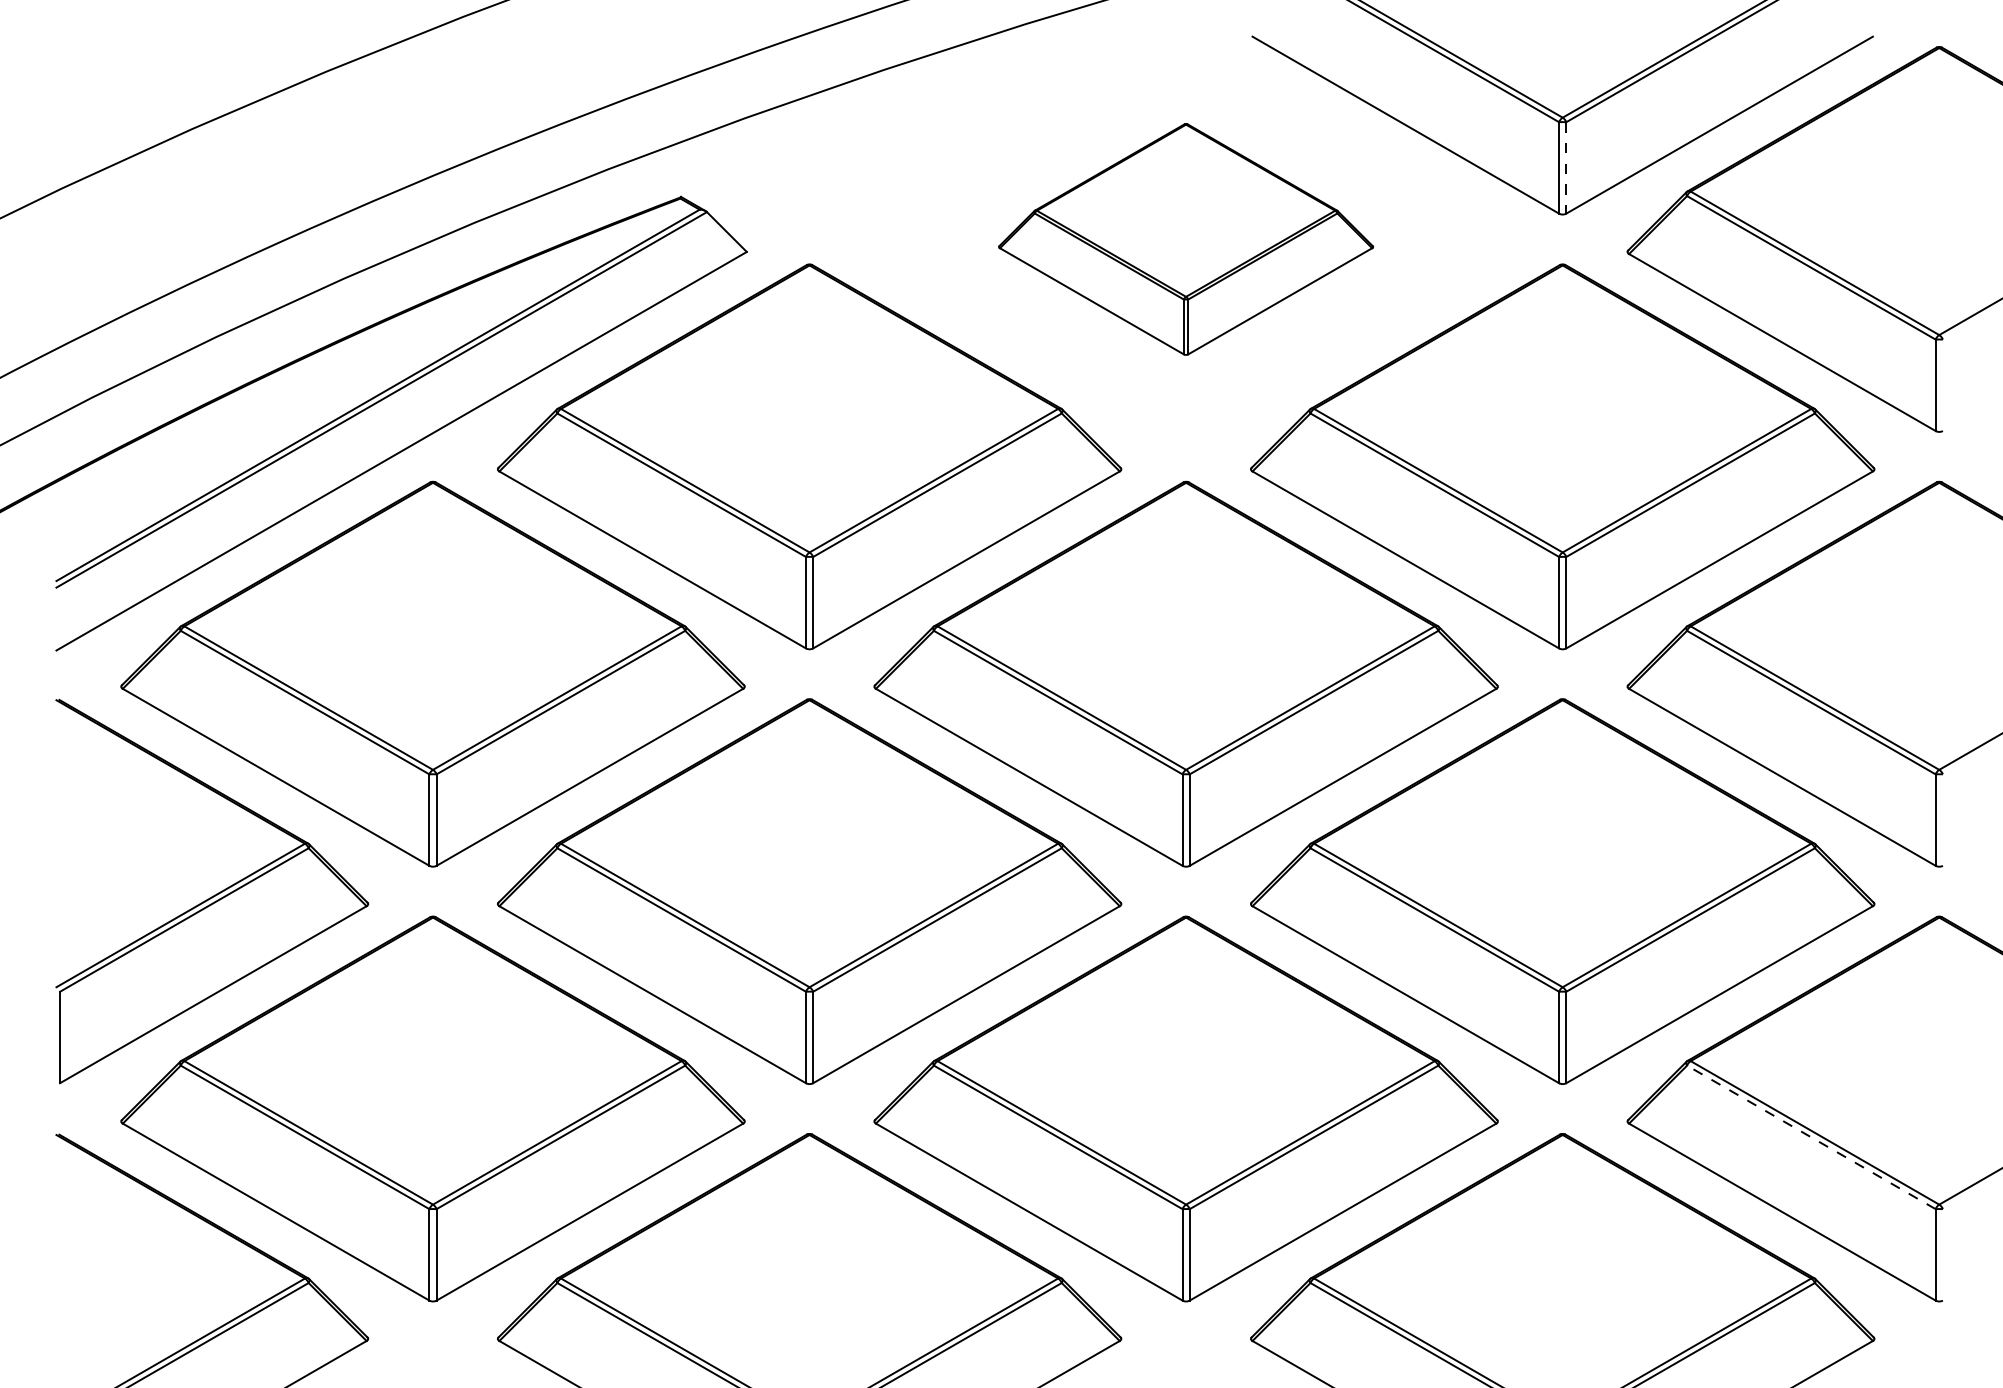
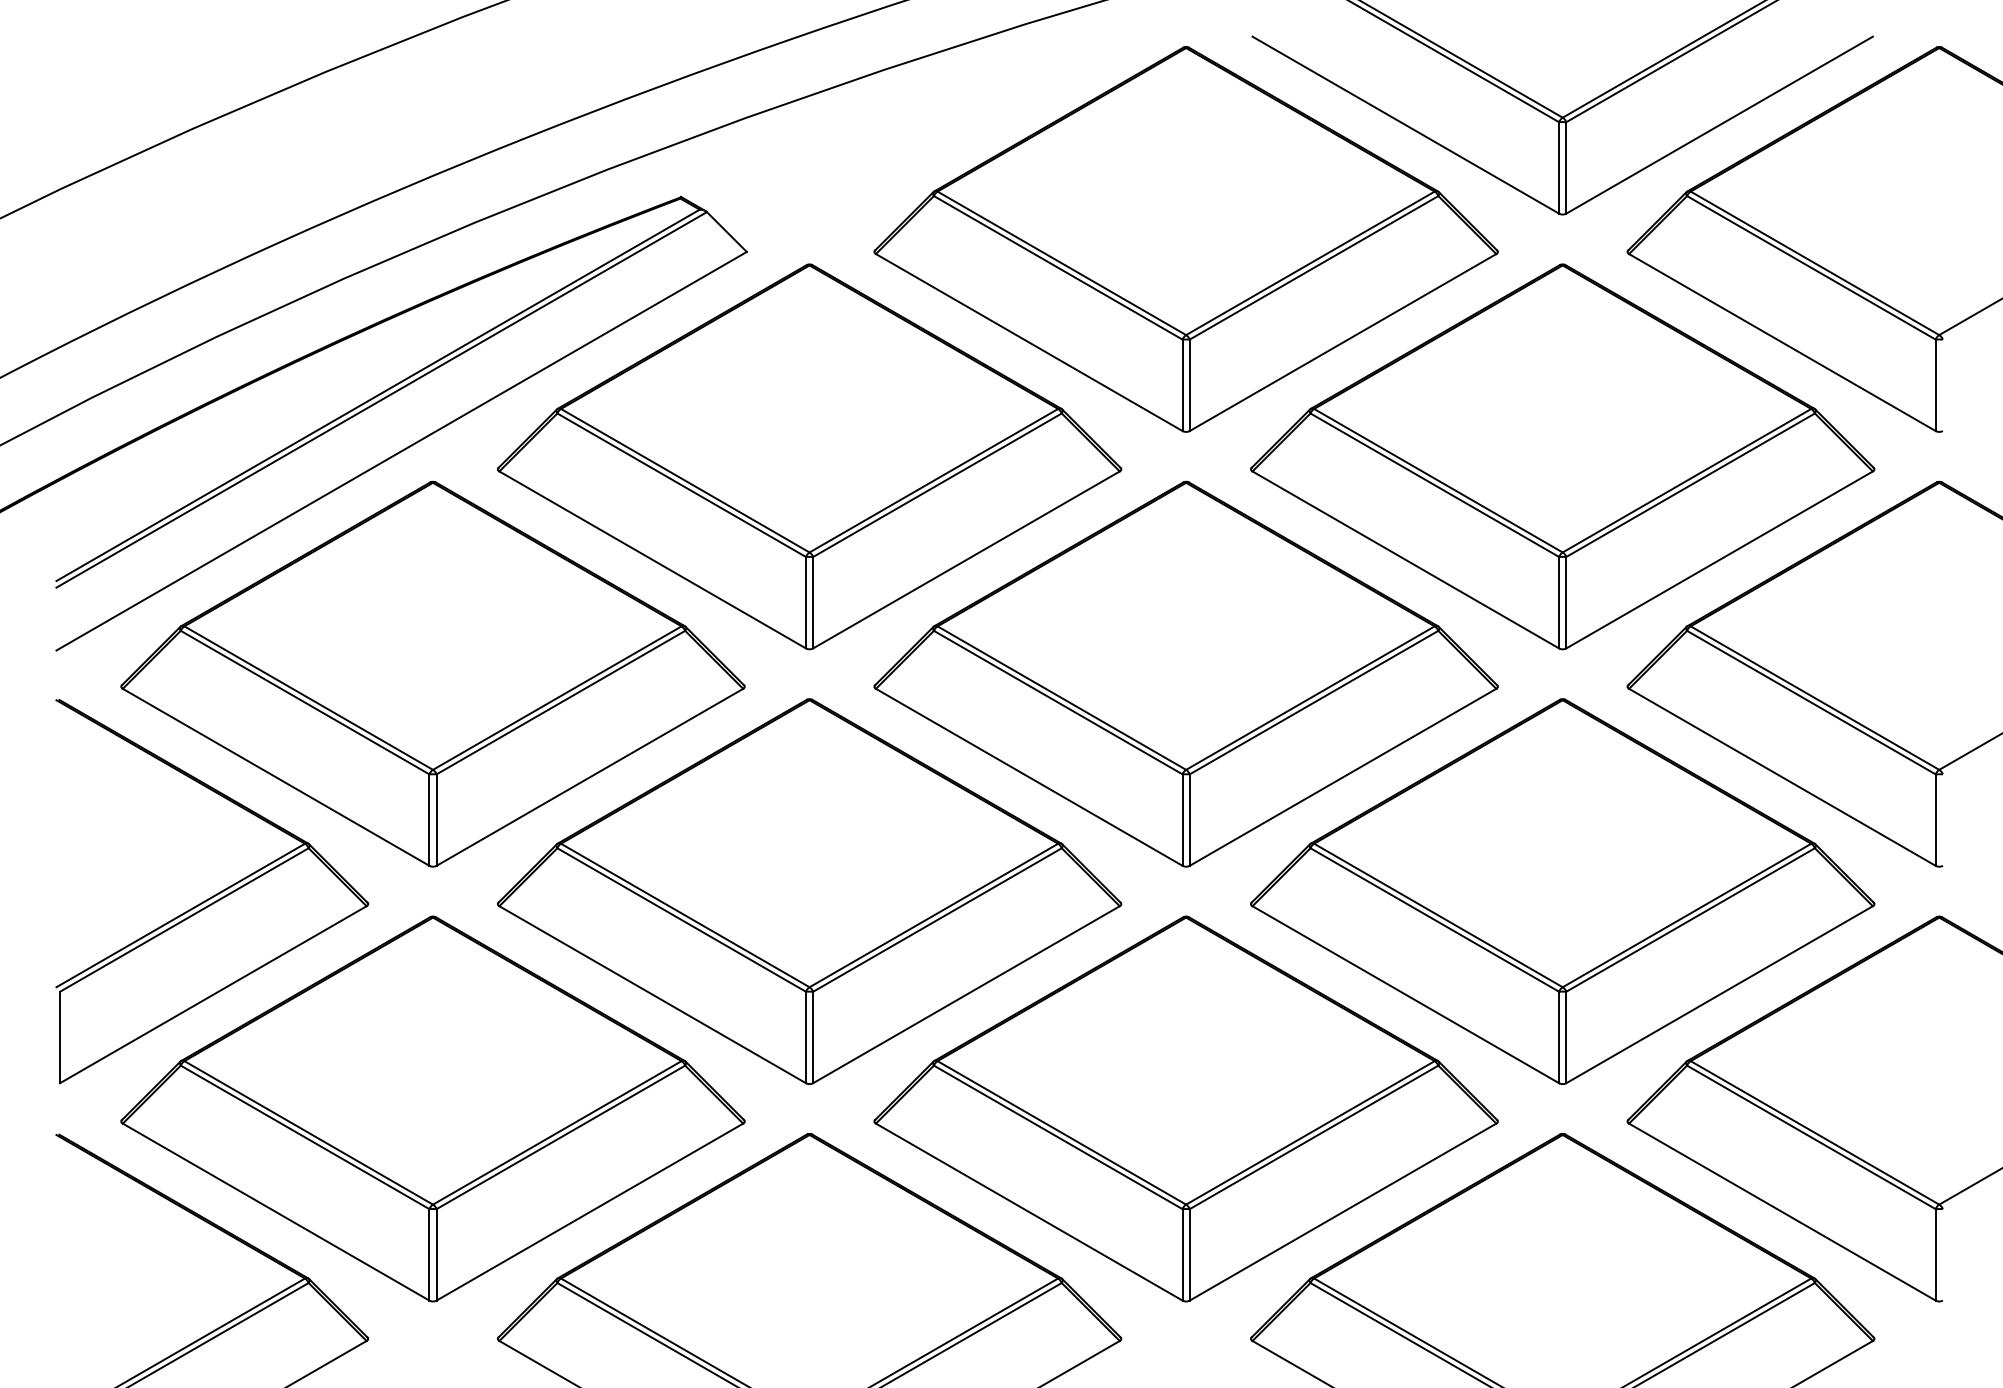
line at (1566, 167): dashed -> solid
part at (1185, 239) size: 376x233 px -> 626x387 px
line at (1811, 1137): dashed -> solid
